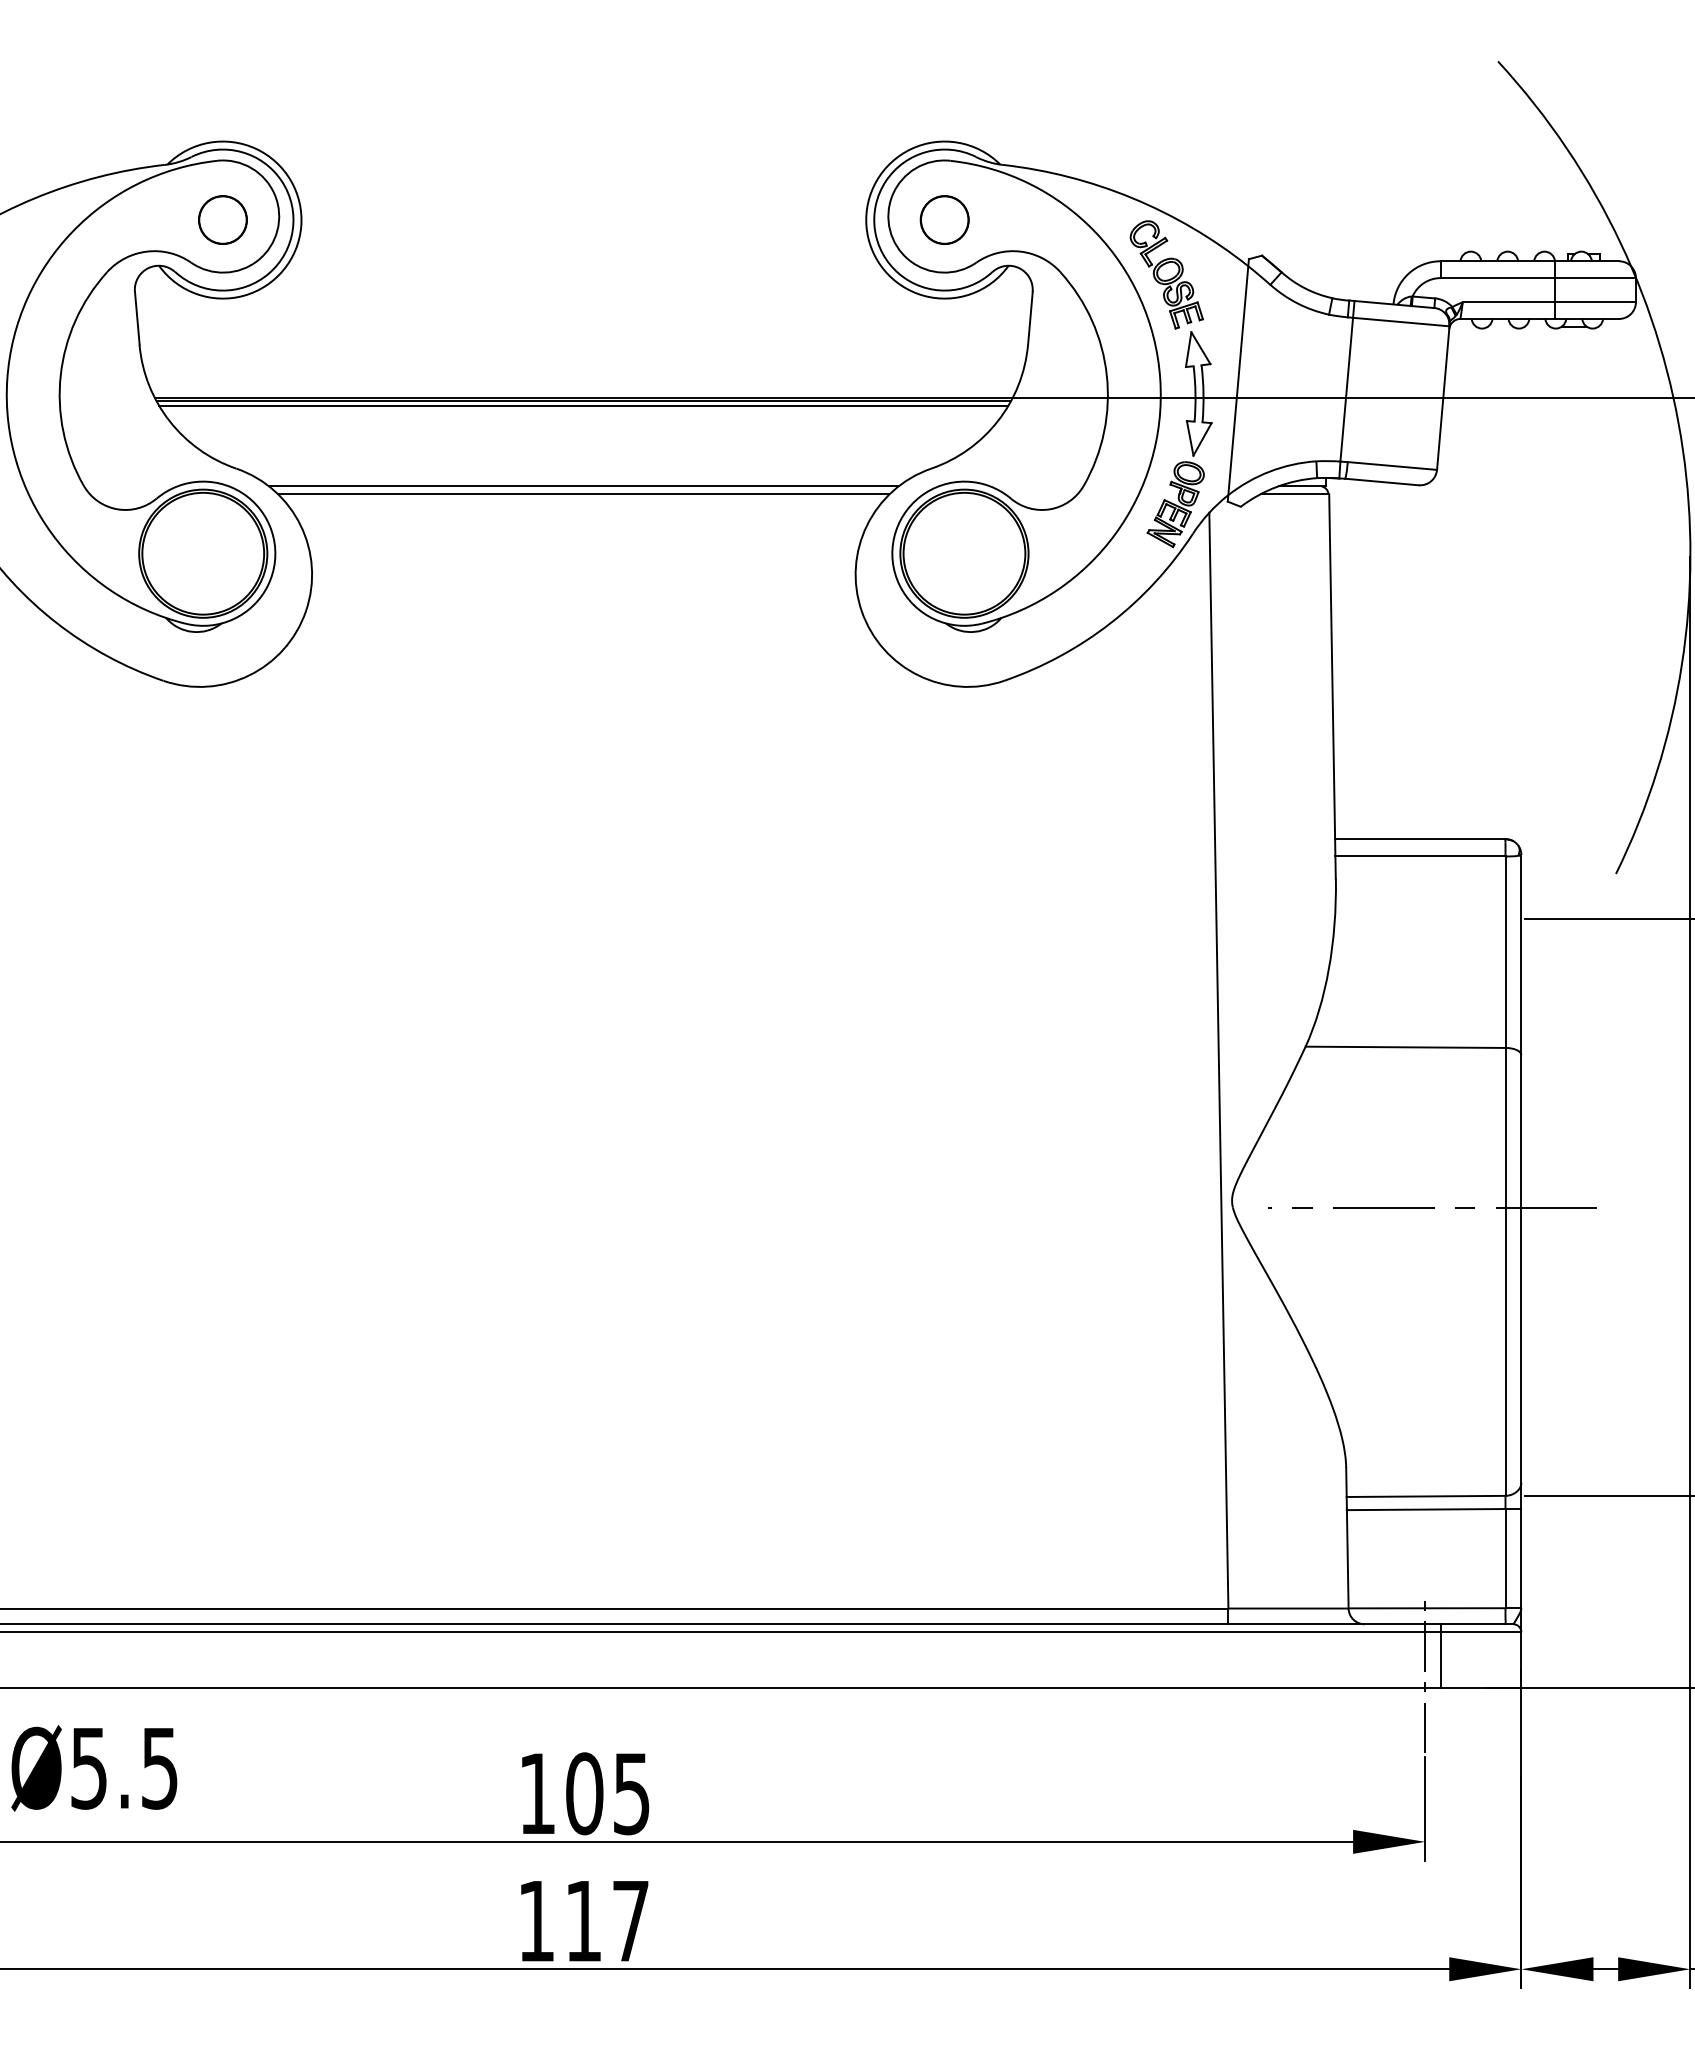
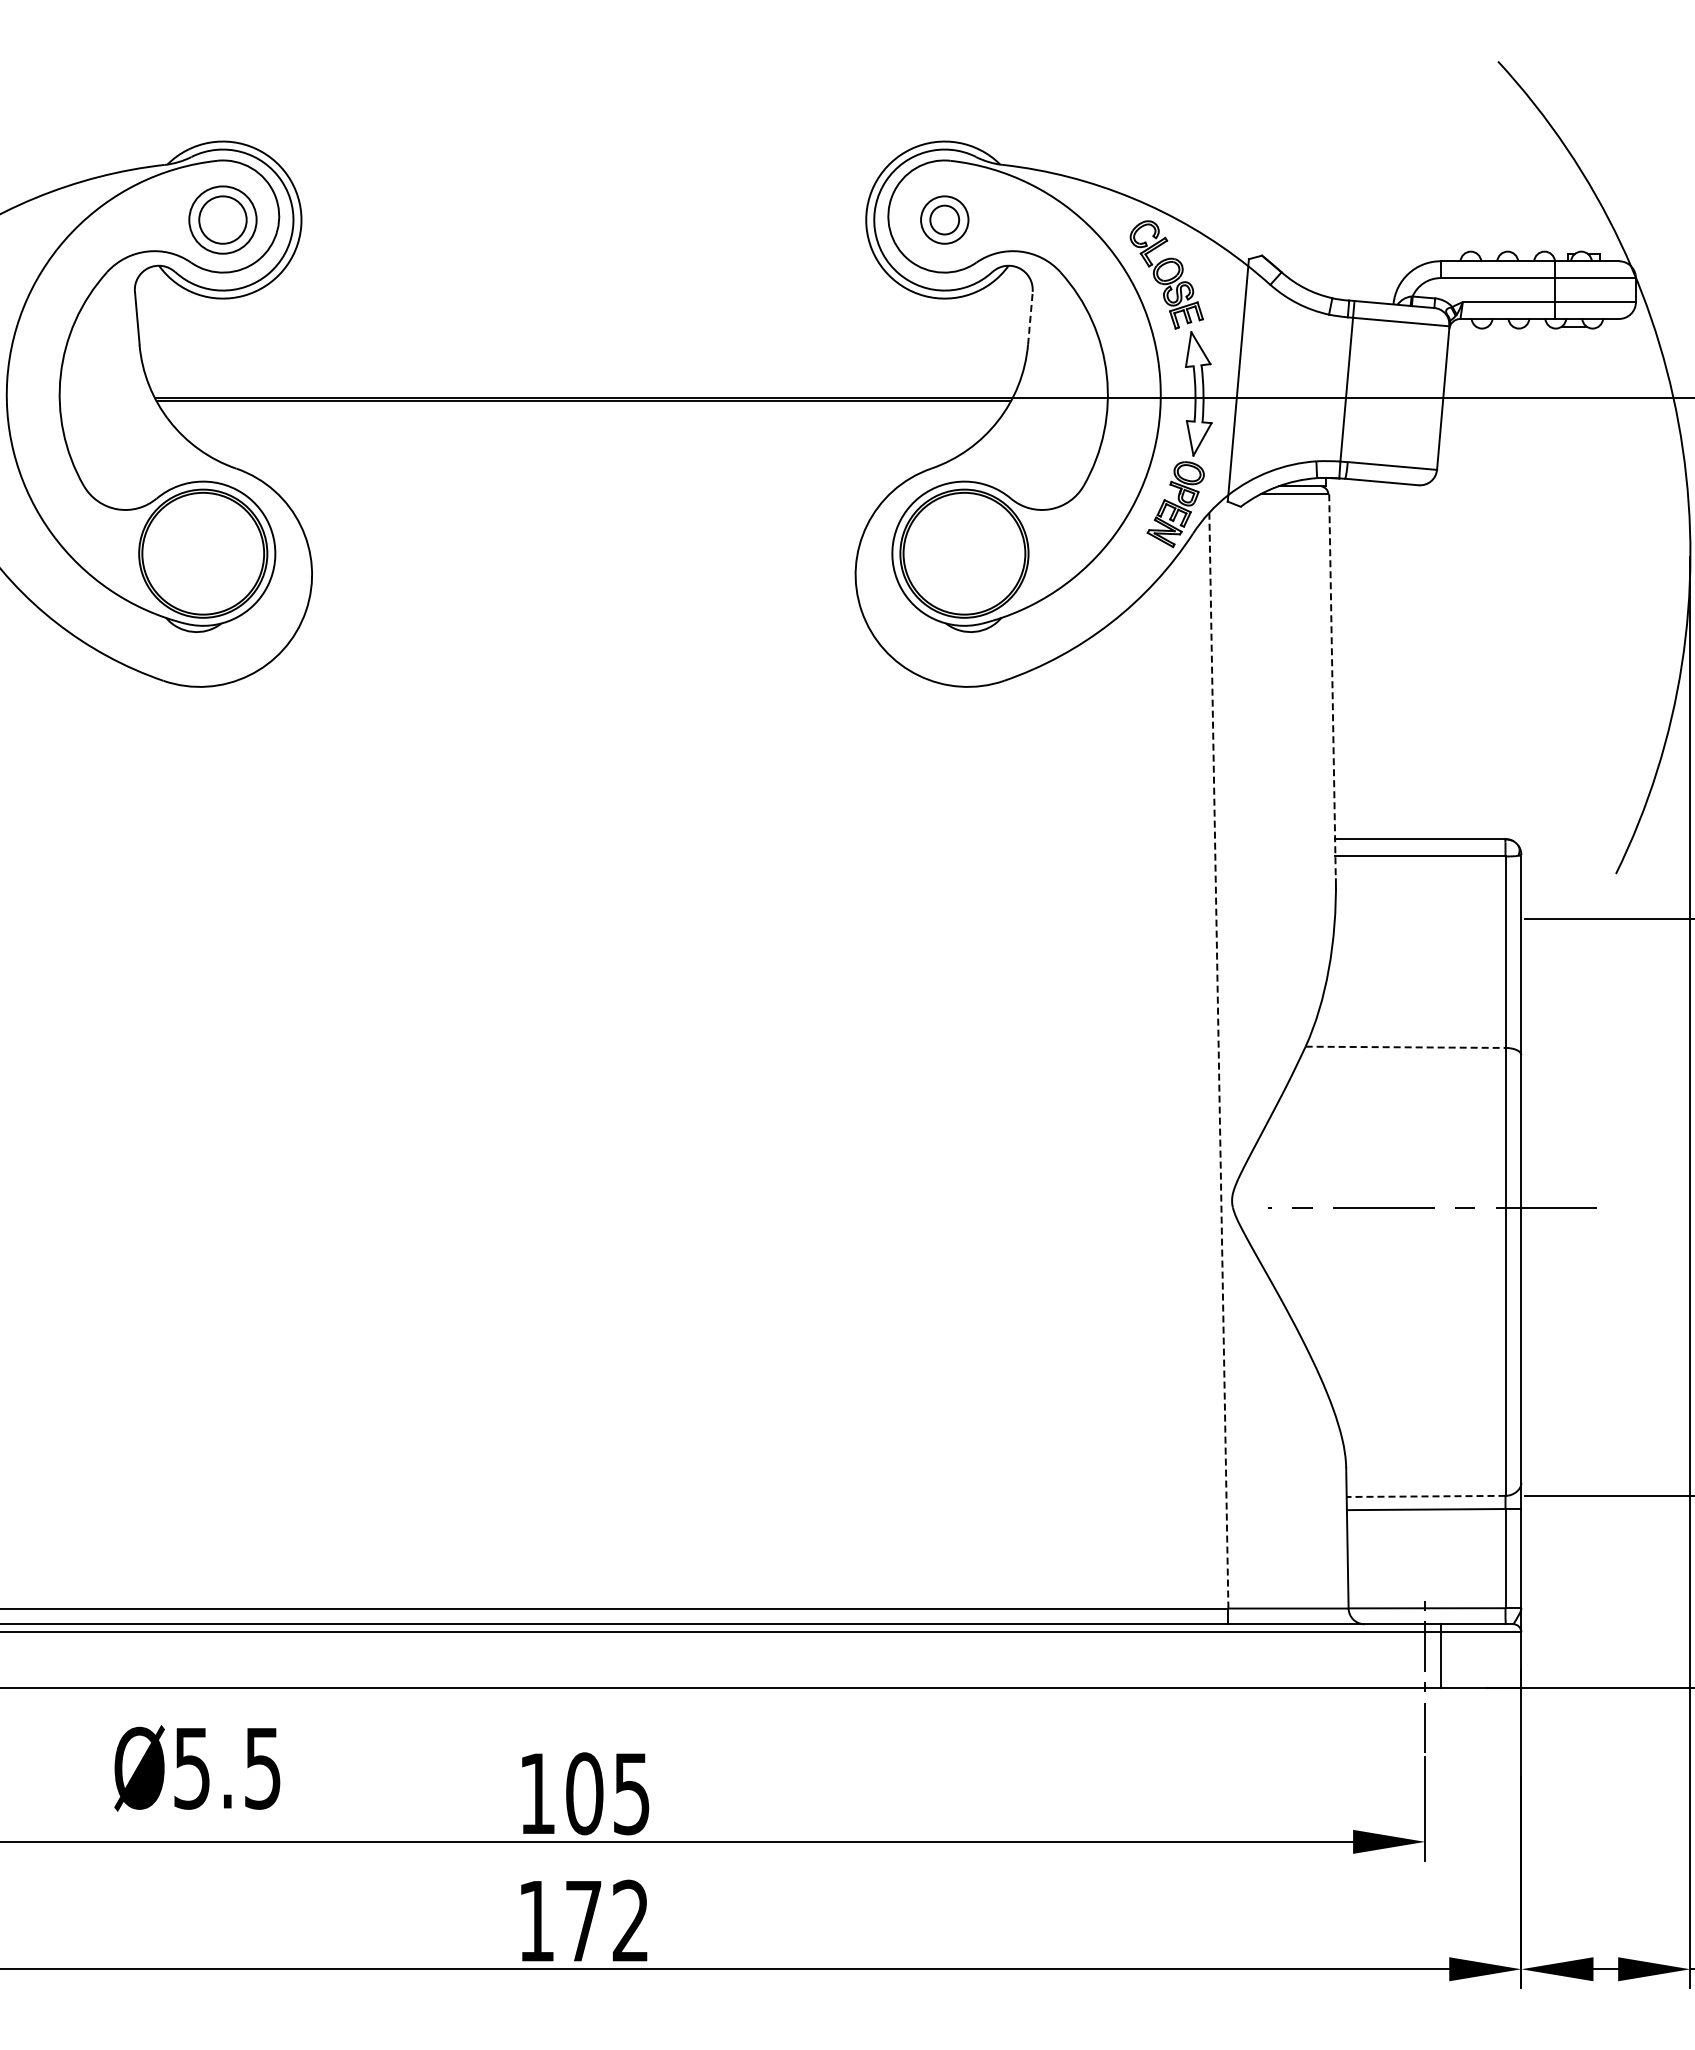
circle at (222, 220) diameter: 48 px -> 67 px
circle at (944, 220) diameter: 48 px -> 29 px
line at (1030, 318): solid -> dashed
line at (583, 405): present -> none
line at (583, 486): present -> none
line at (583, 494): present -> none
line at (1332, 686): solid -> dashed
line at (1405, 1047): solid -> dashed
line at (1218, 1060): solid -> dashed
line at (1425, 1496): solid -> dashed
text at (94, 1768) position: (94, 1768) -> (197, 1768)
text at (607, 1920): 117 -> 172
